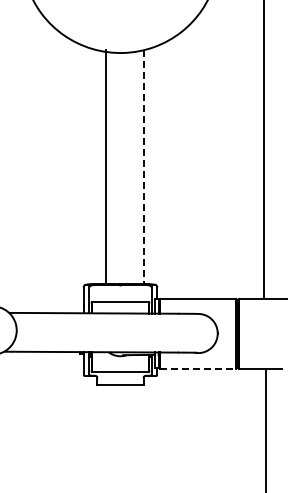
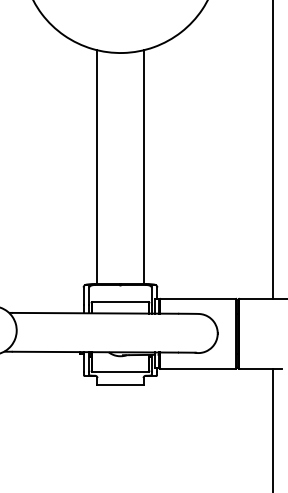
line at (263, 150) position: (263, 150) -> (272, 150)
line at (106, 166) position: (106, 166) -> (97, 166)
line at (143, 167): dashed -> solid
line at (198, 368): dashed -> solid
line at (265, 428) position: (265, 428) -> (272, 428)
